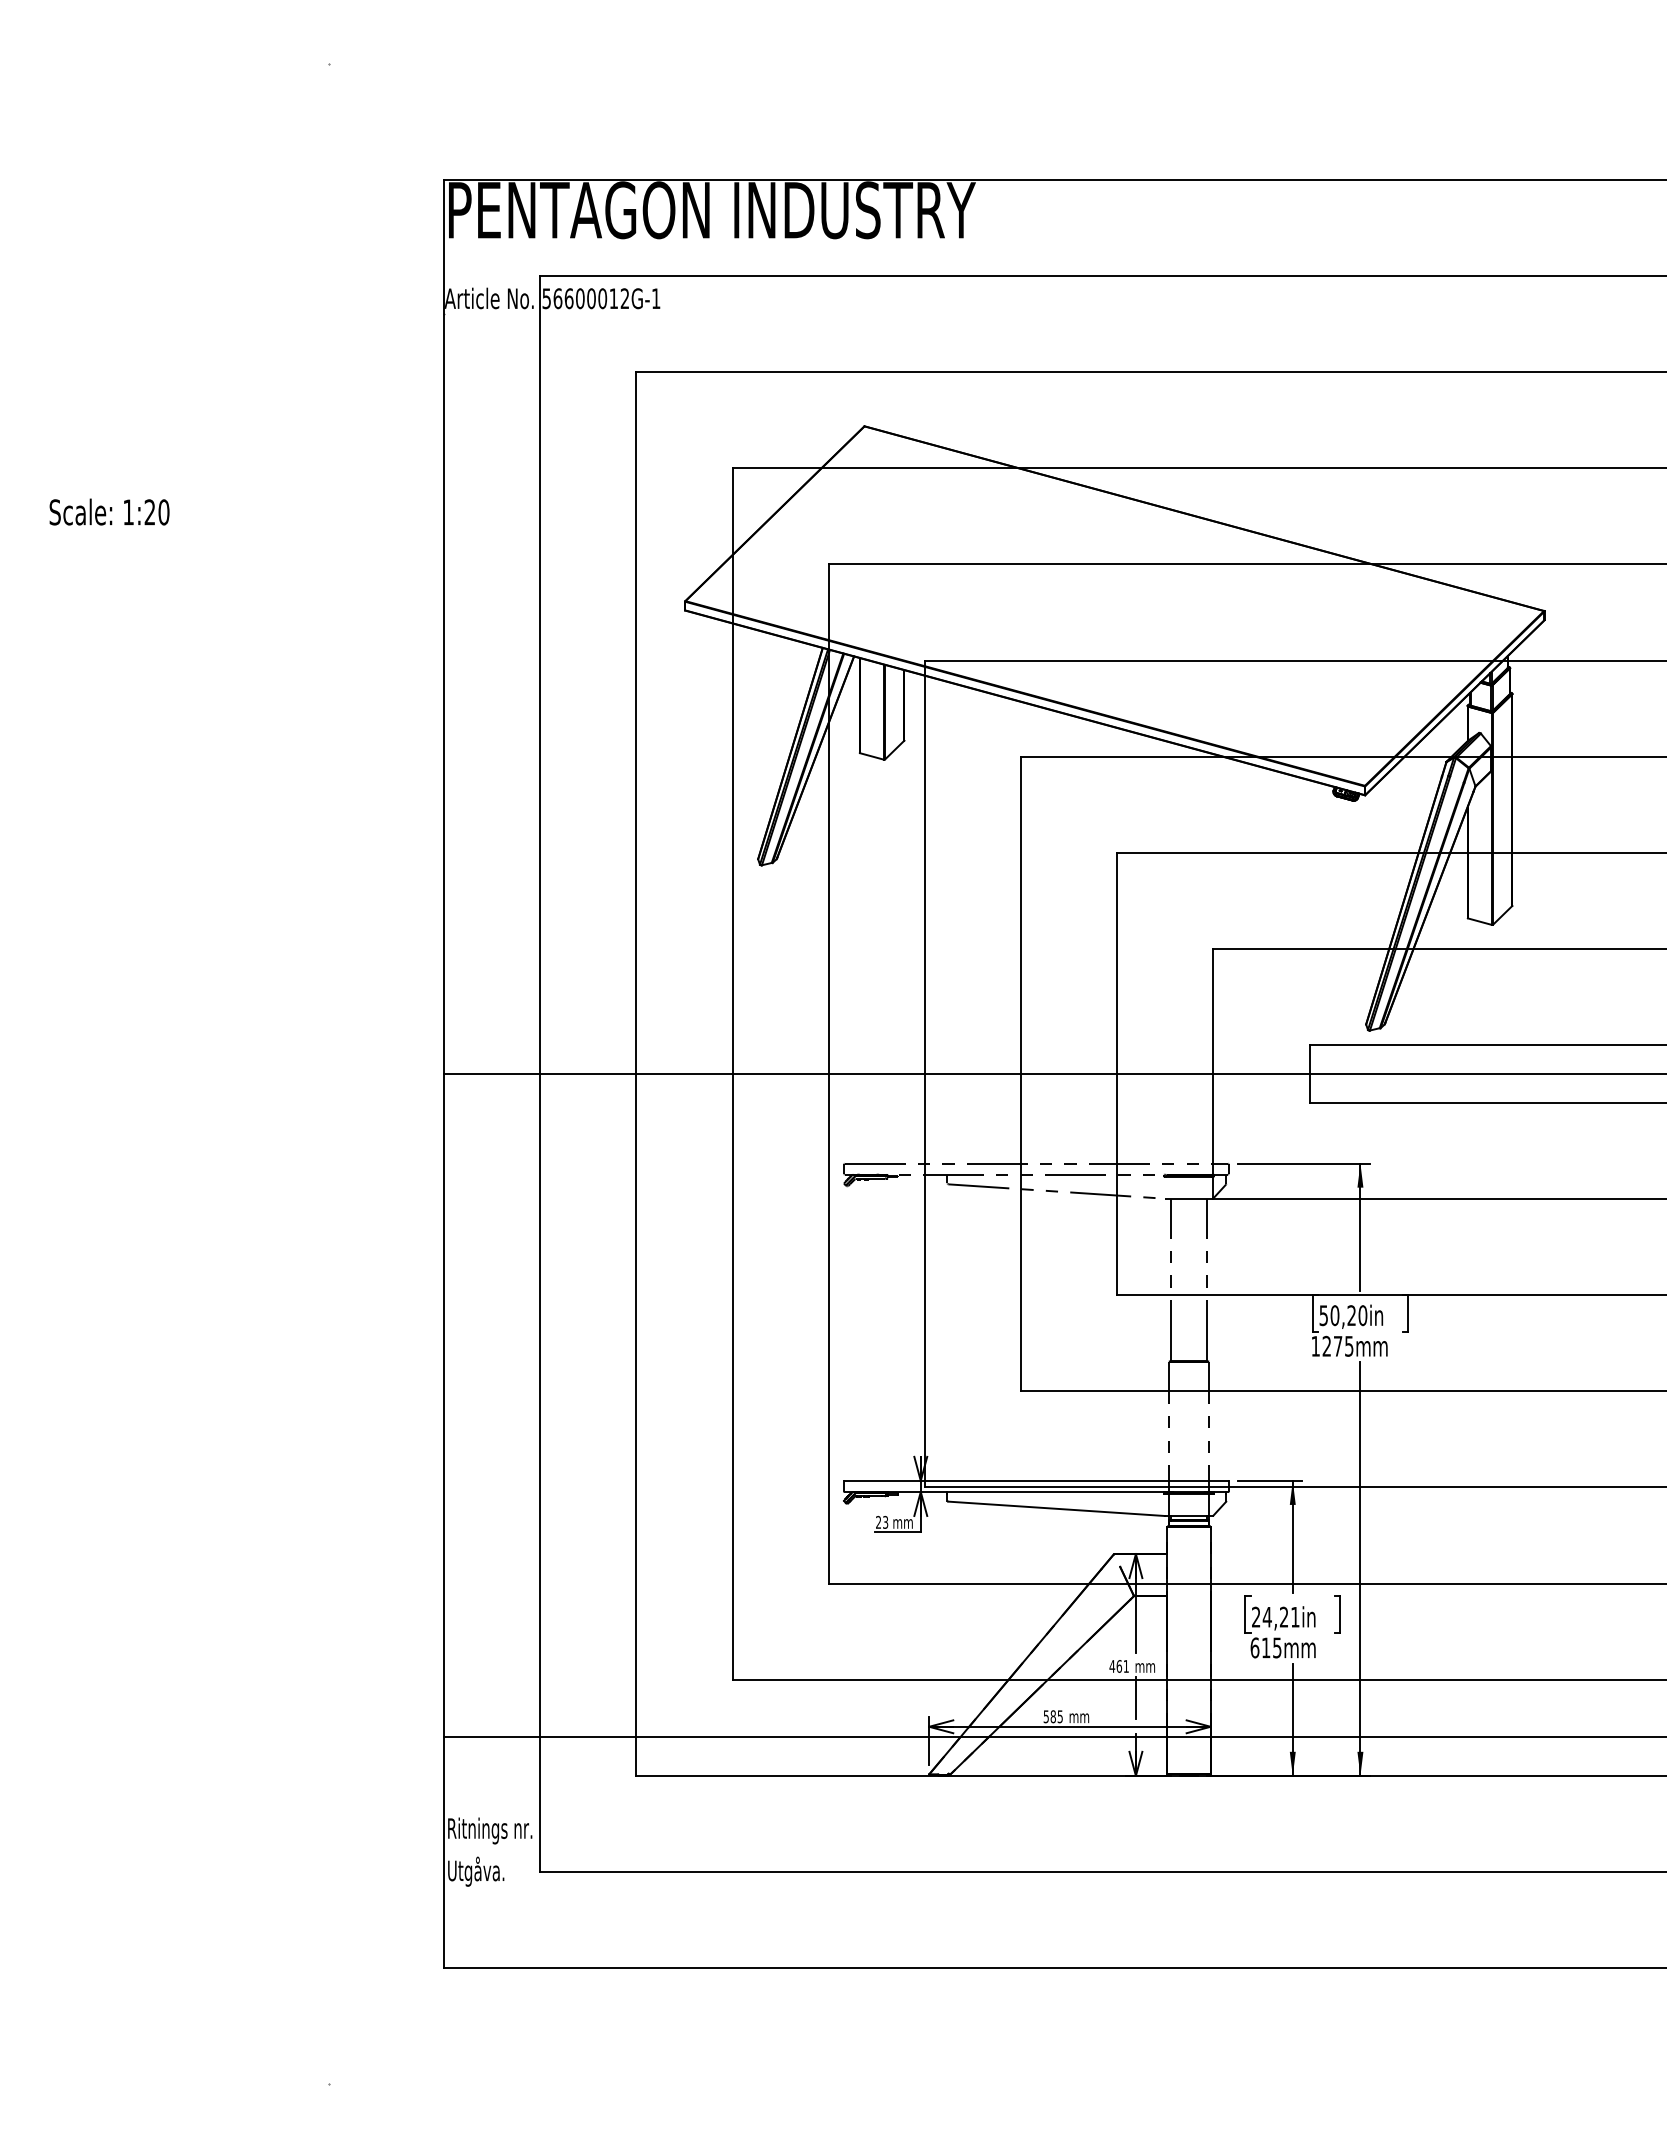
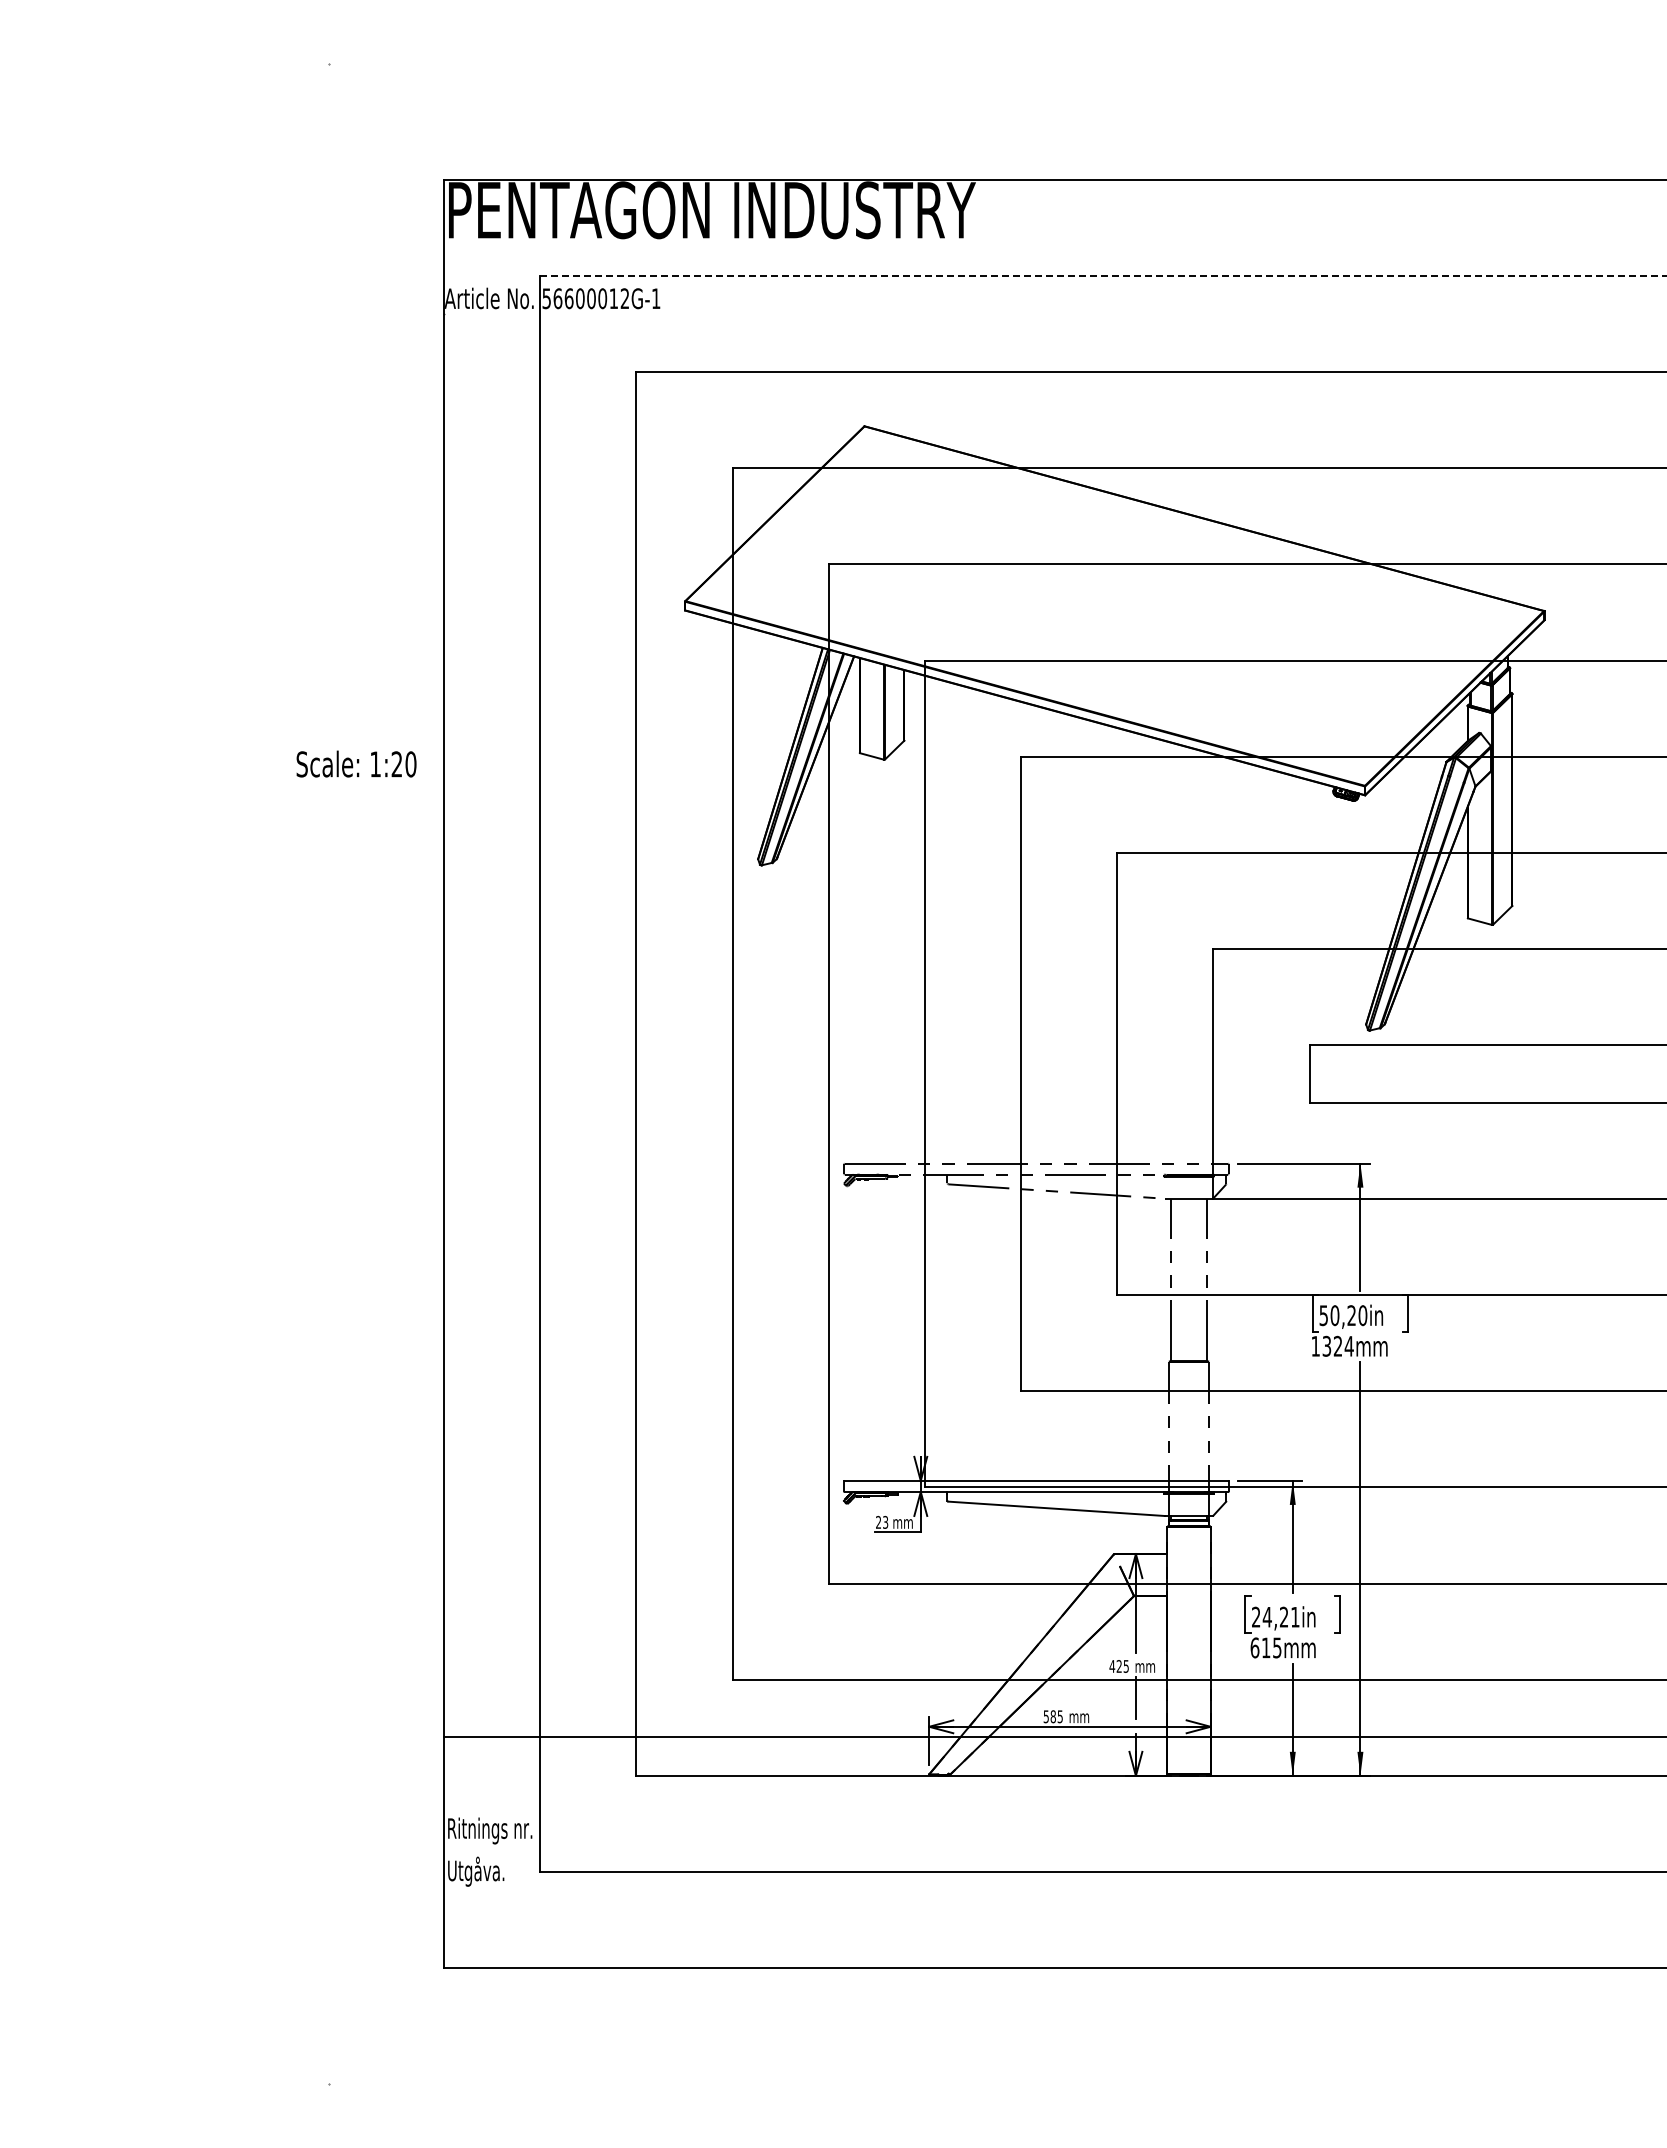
line at (1103, 275): solid -> dashed
text at (109, 511) position: (109, 511) -> (356, 763)
line at (1053, 1074): present -> none
text at (1337, 1345): 1275mm -> 1324mm
text at (1122, 1666): 461 -> 425
